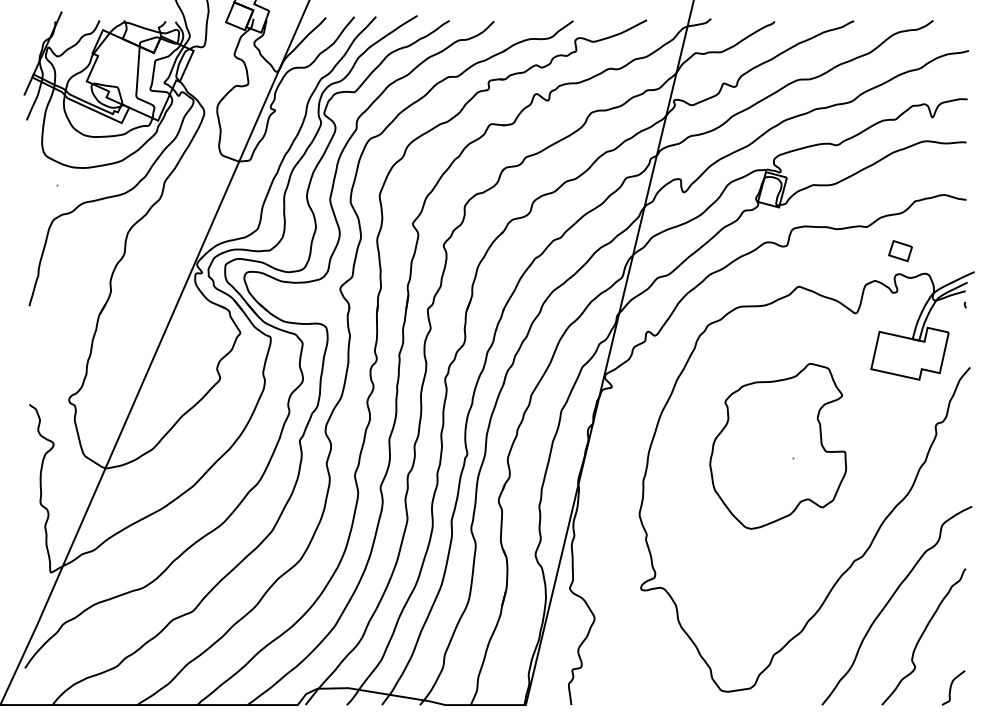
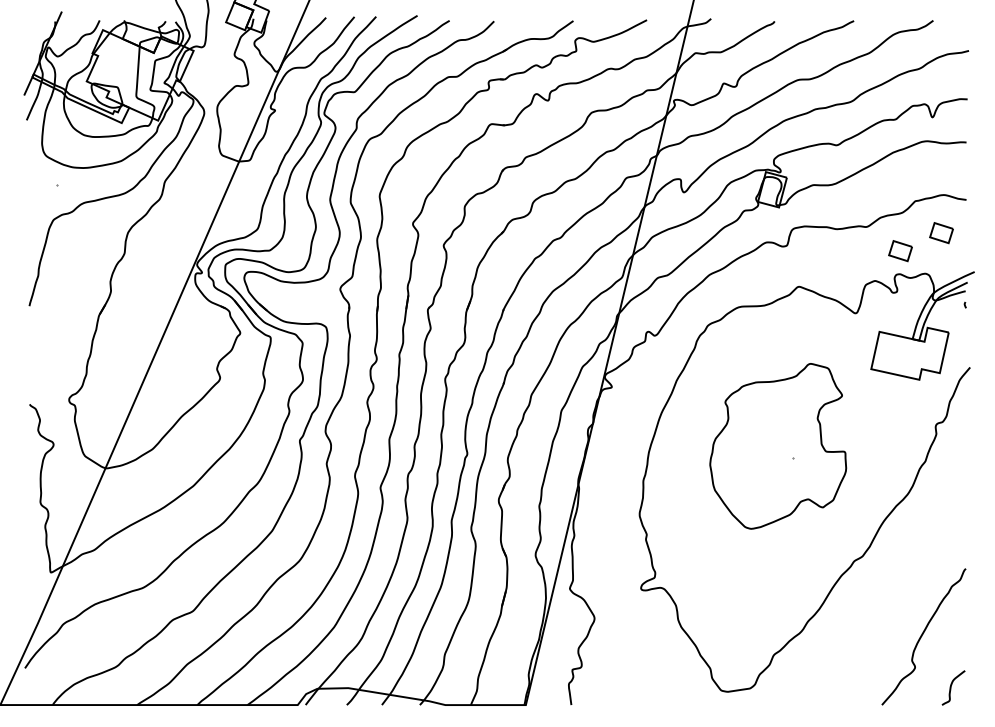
part at (941, 233): none -> present
curve at (889, 602): present -> none
